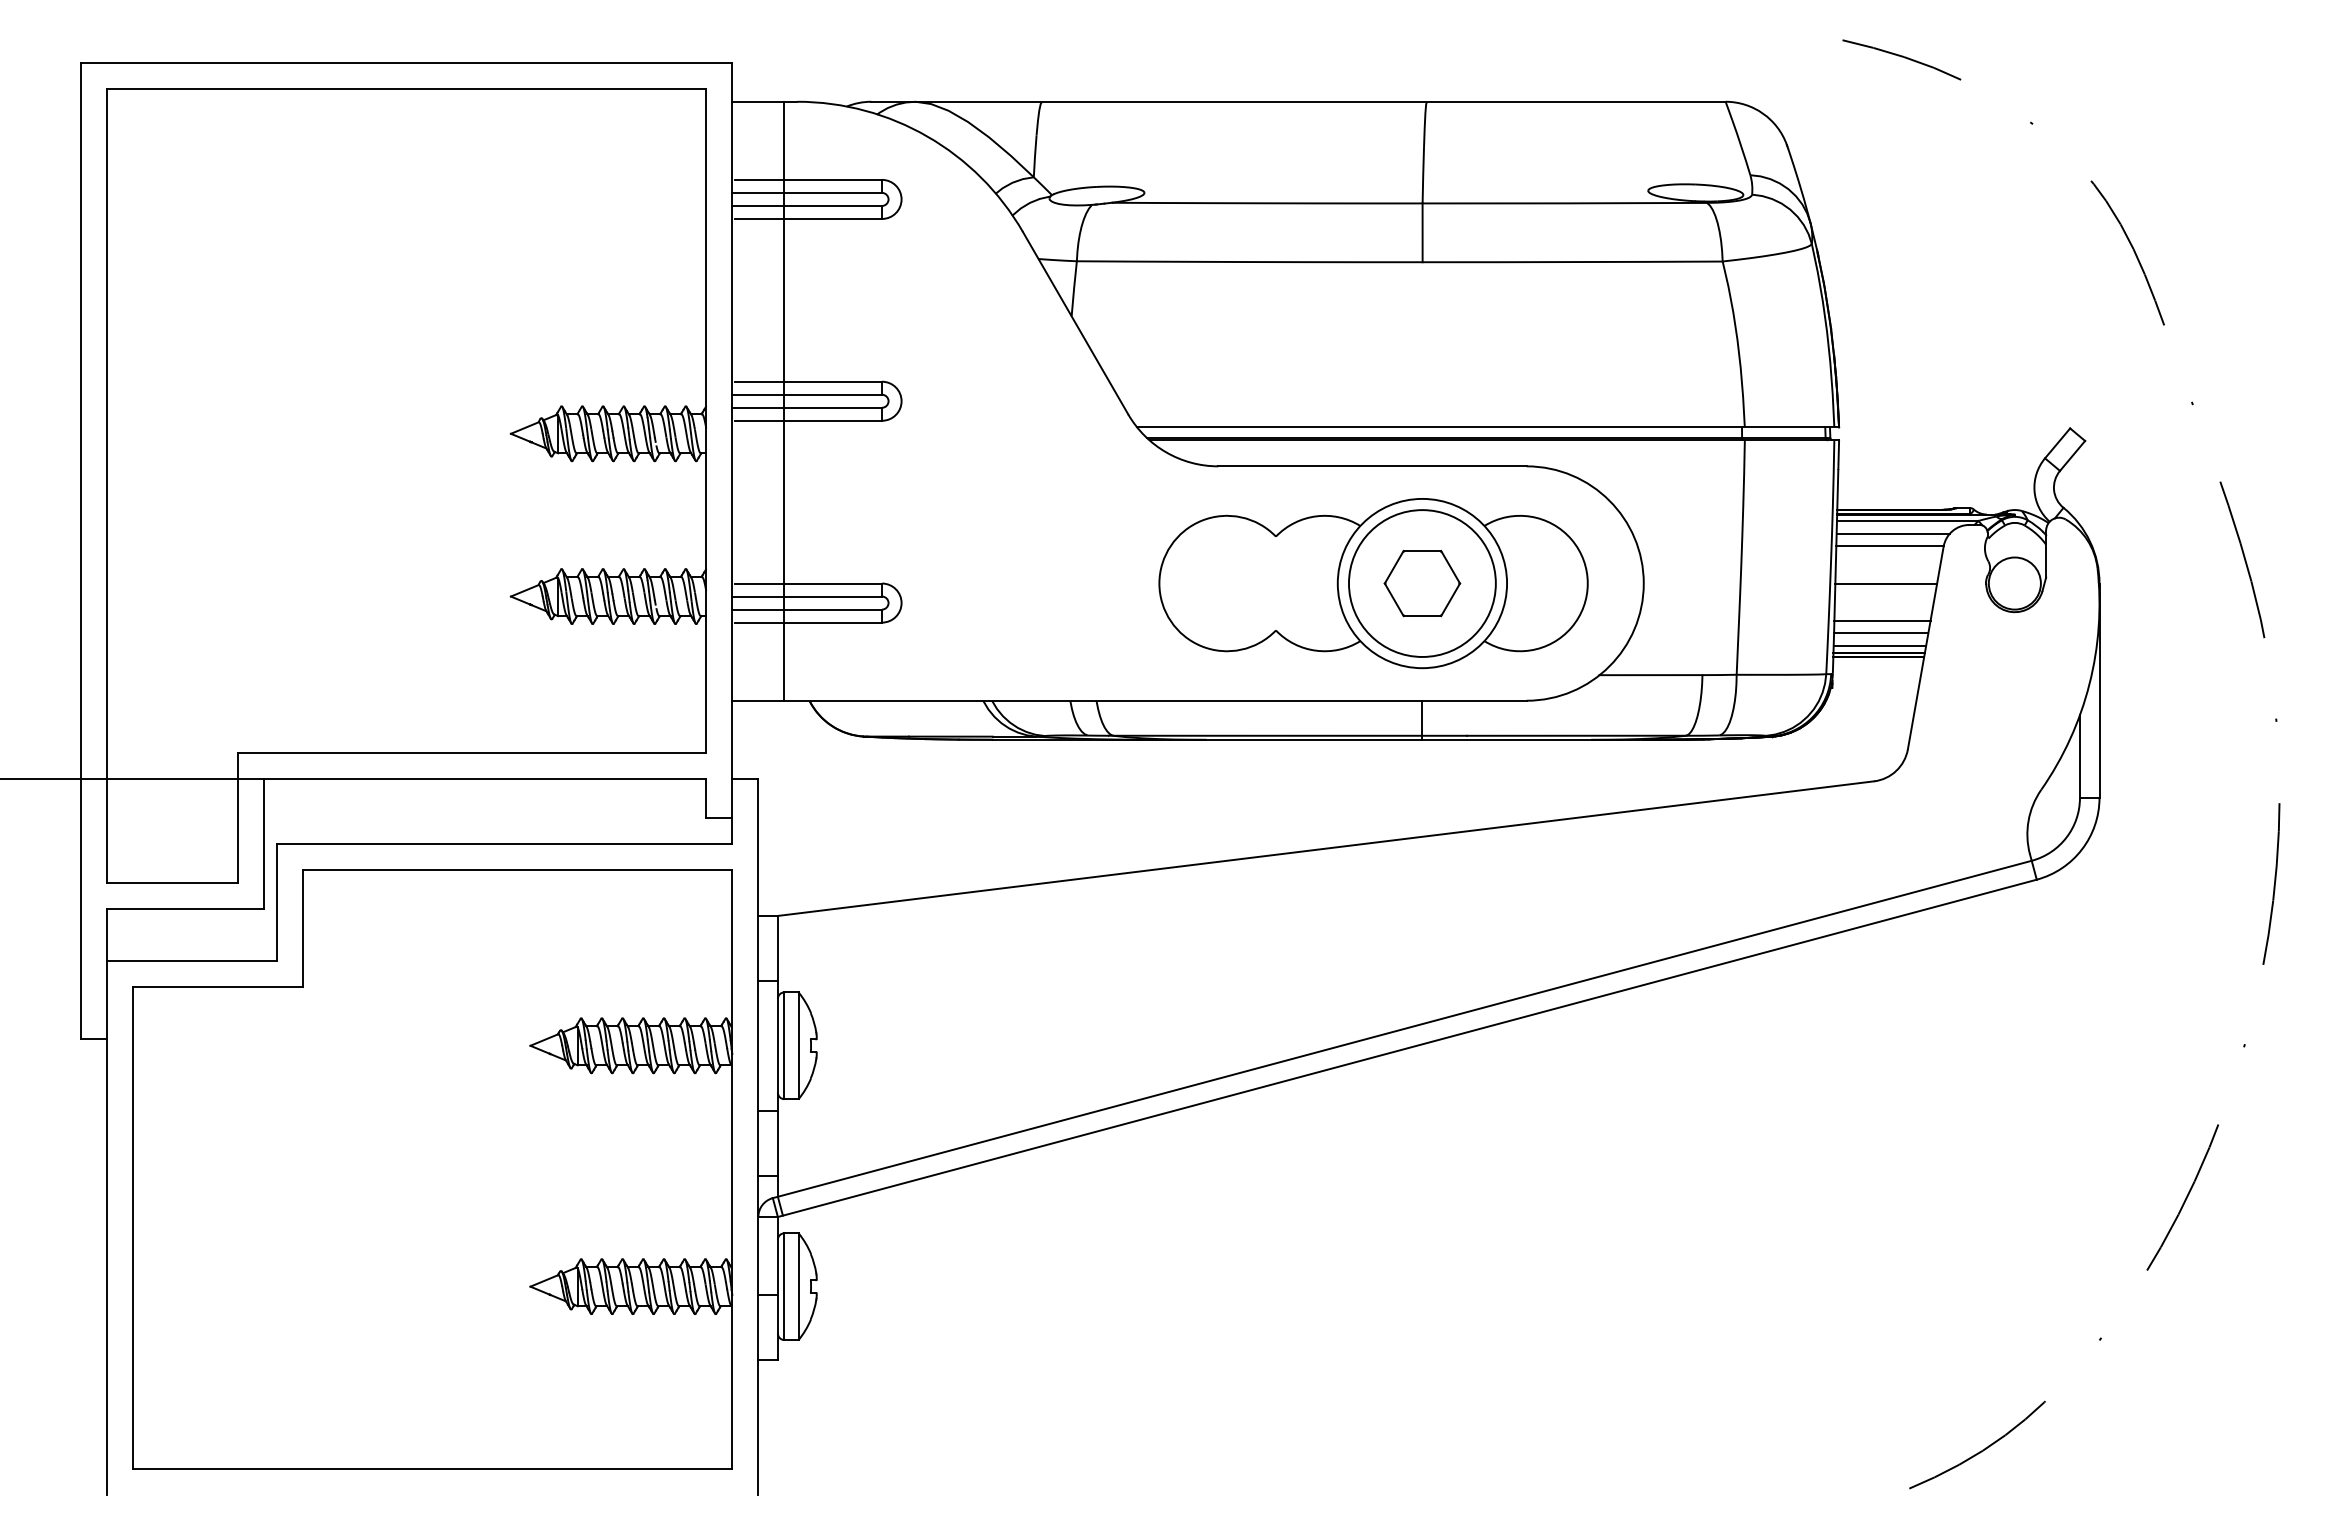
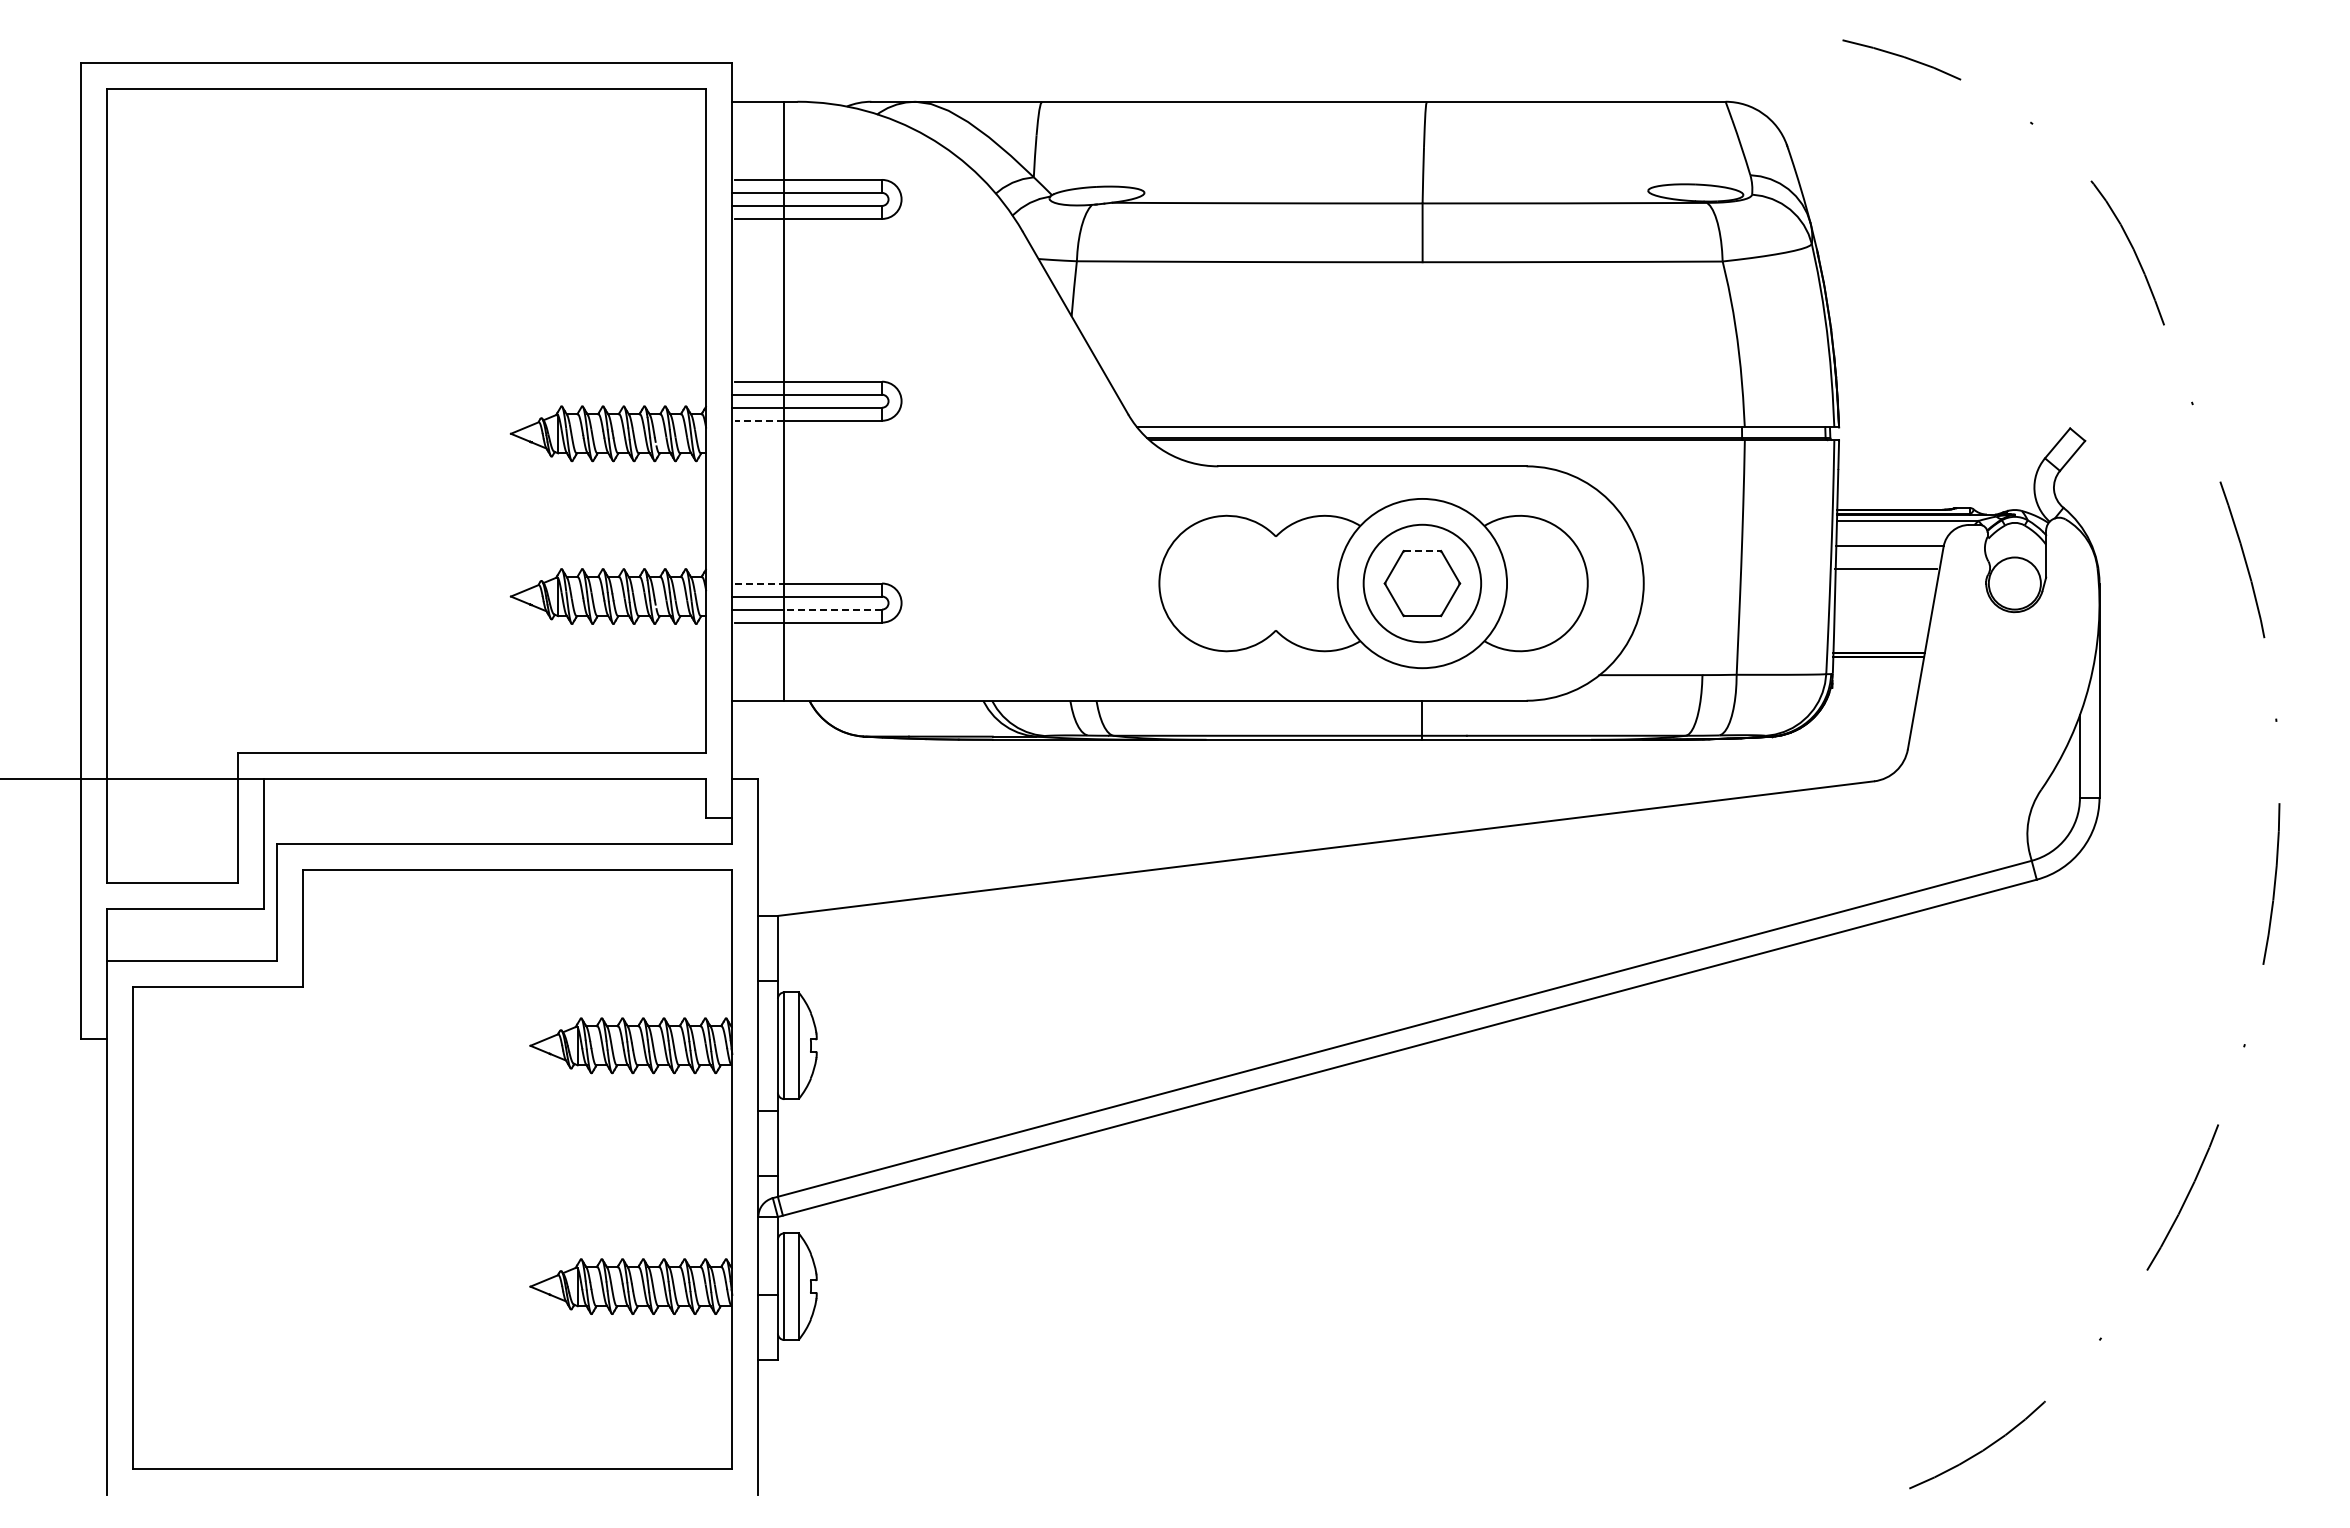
line at (759, 420): solid -> dashed
line at (1892, 533): present -> none
line at (1422, 551): solid -> dashed
line at (759, 583): solid -> dashed
circle at (1421, 583) diameter: 147 px -> 118 px
line at (1886, 583) position: (1886, 583) -> (1886, 568)
line at (833, 609): solid -> dashed
line at (1882, 620): present -> none
line at (1881, 633): present -> none
line at (1879, 646): present -> none
